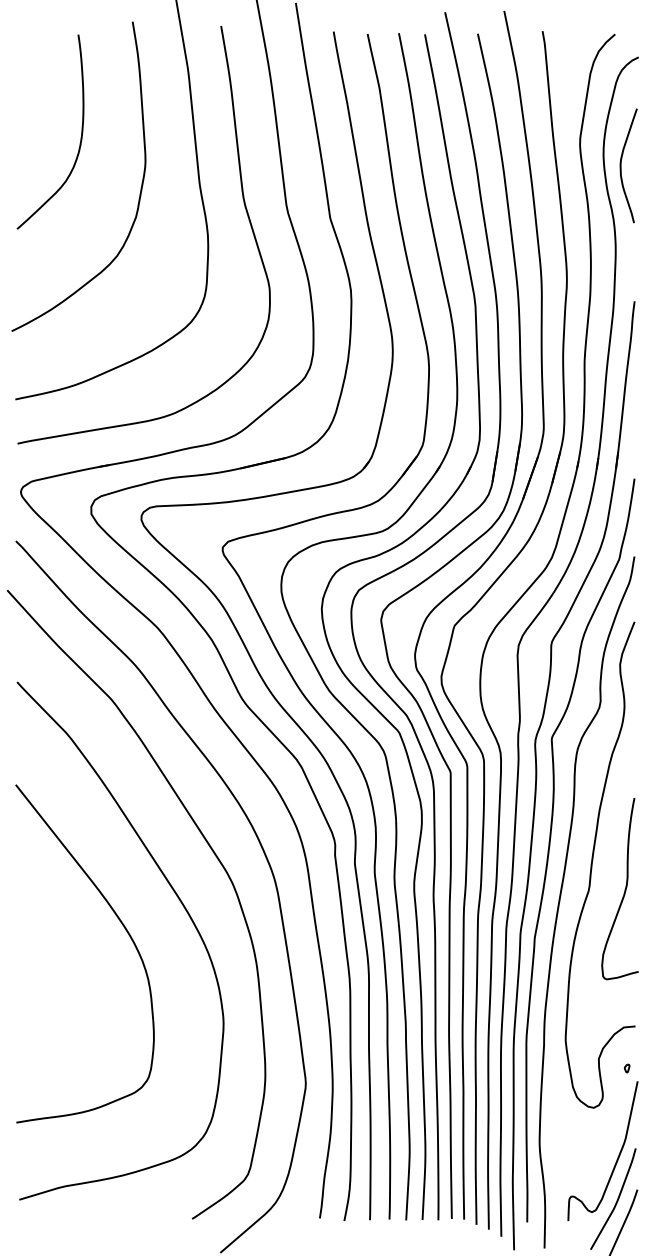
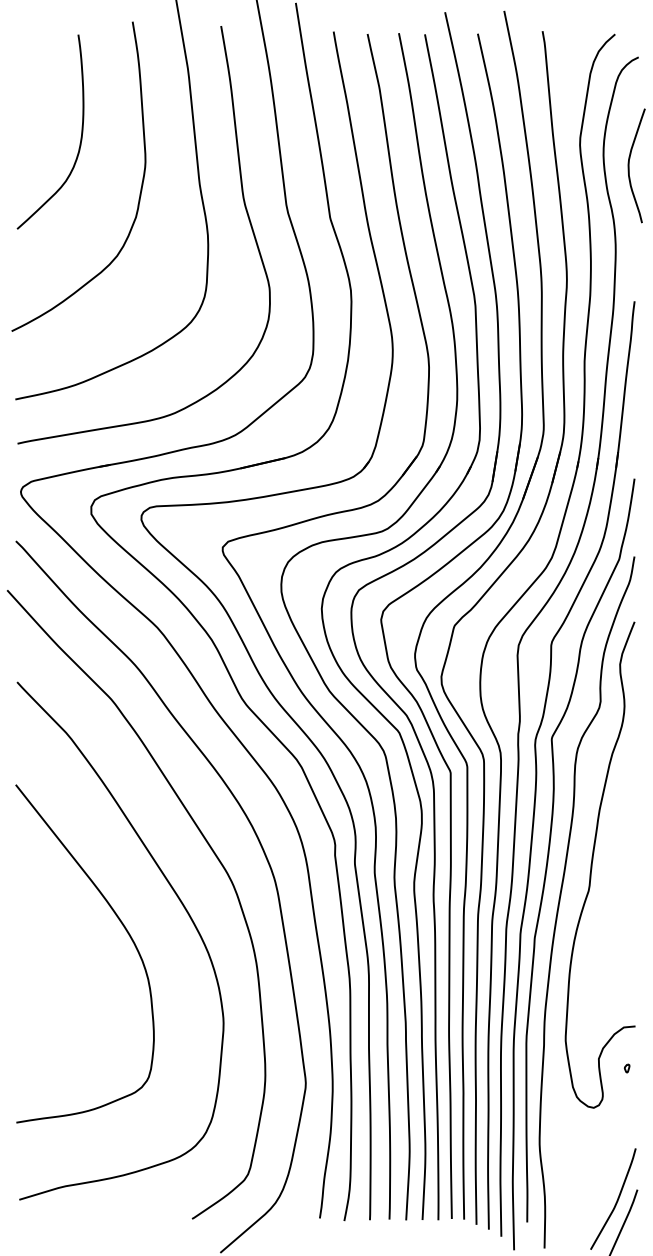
curve at (621, 165) position: (621, 165) -> (629, 165)
curve at (624, 889): present -> none
curve at (616, 1159): present -> none
